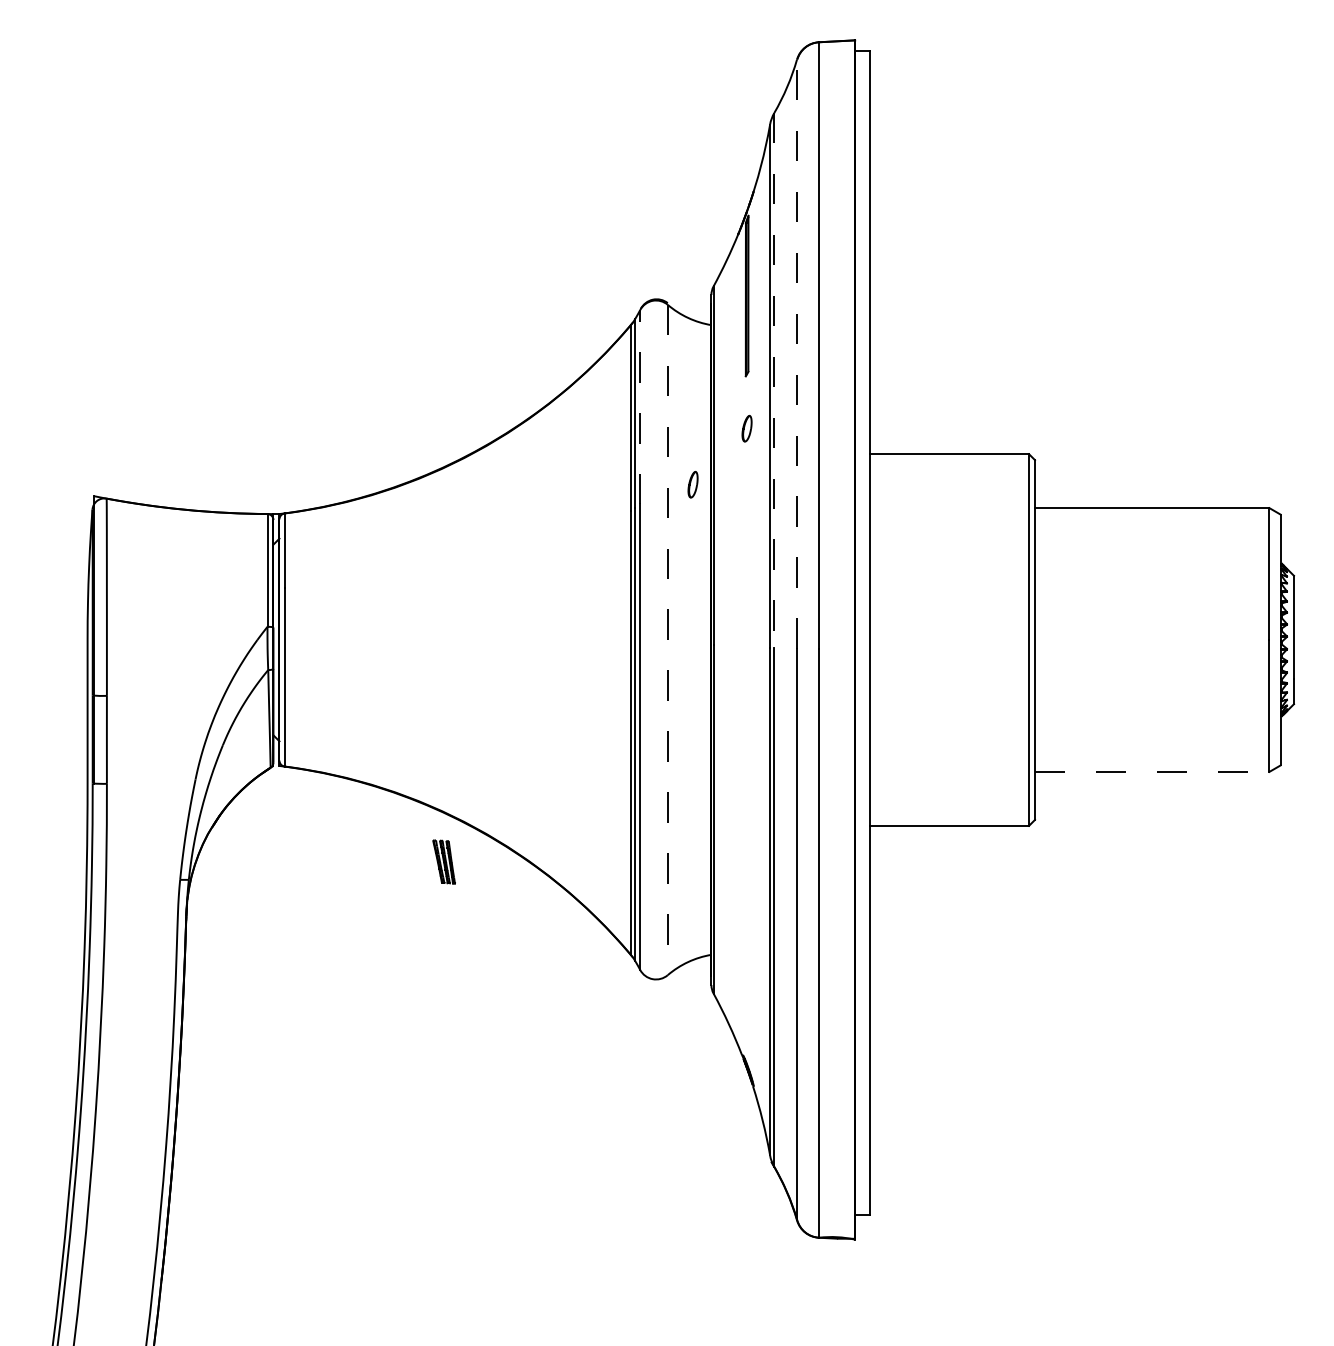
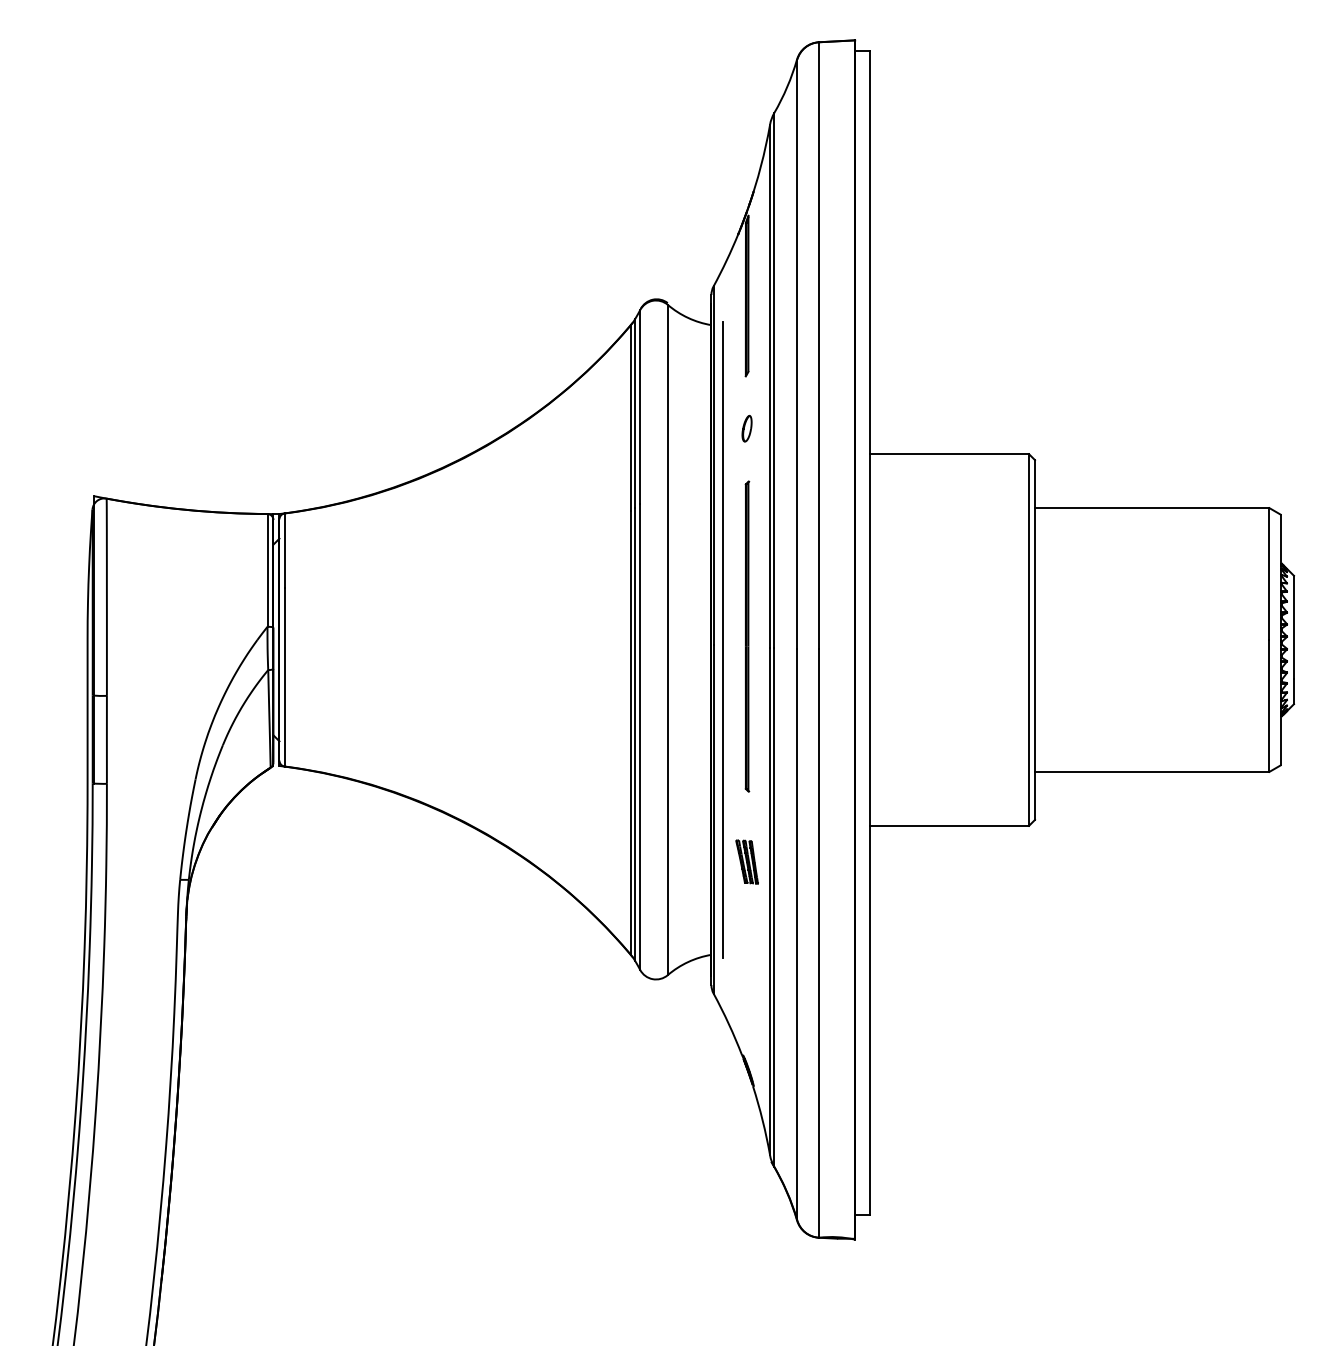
line at (797, 354): dashed -> solid
line at (774, 380): dashed -> solid
line at (640, 406): dashed -> solid
part at (692, 484): present -> none
part at (747, 636): none -> present
line at (723, 639): none -> present
line at (667, 640): dashed -> solid
line at (1152, 771): dashed -> solid
part at (443, 861) position: (443, 861) -> (746, 861)
